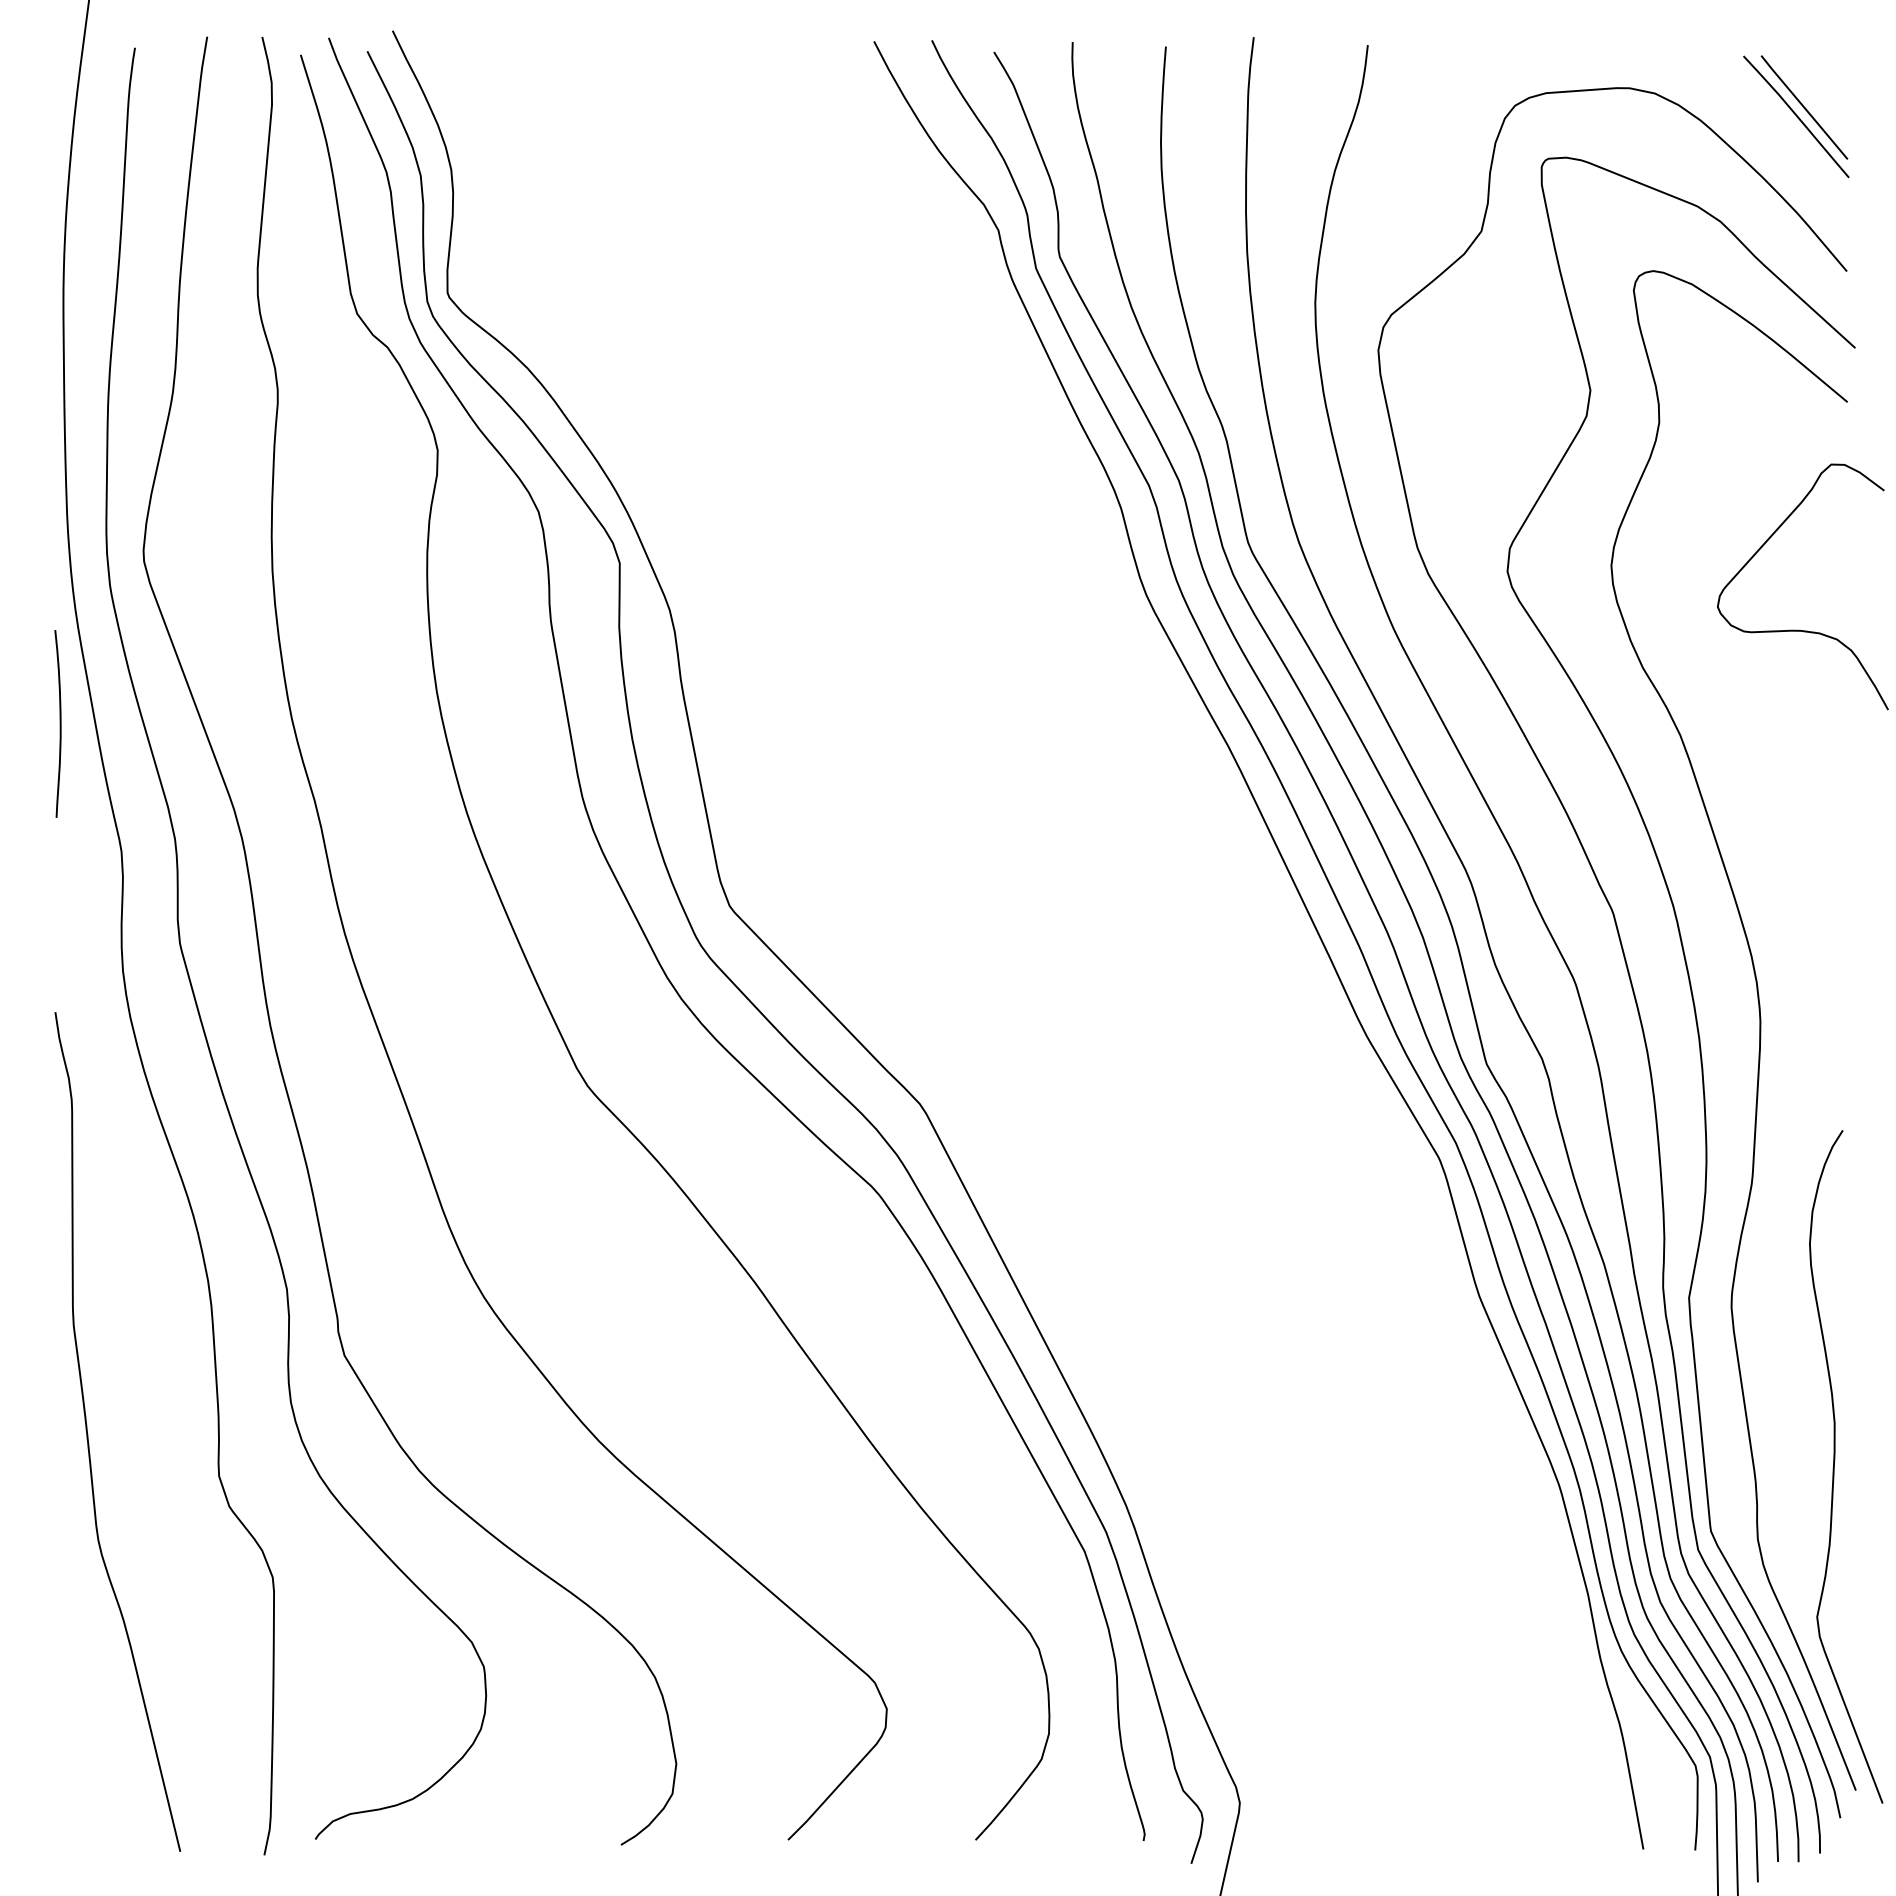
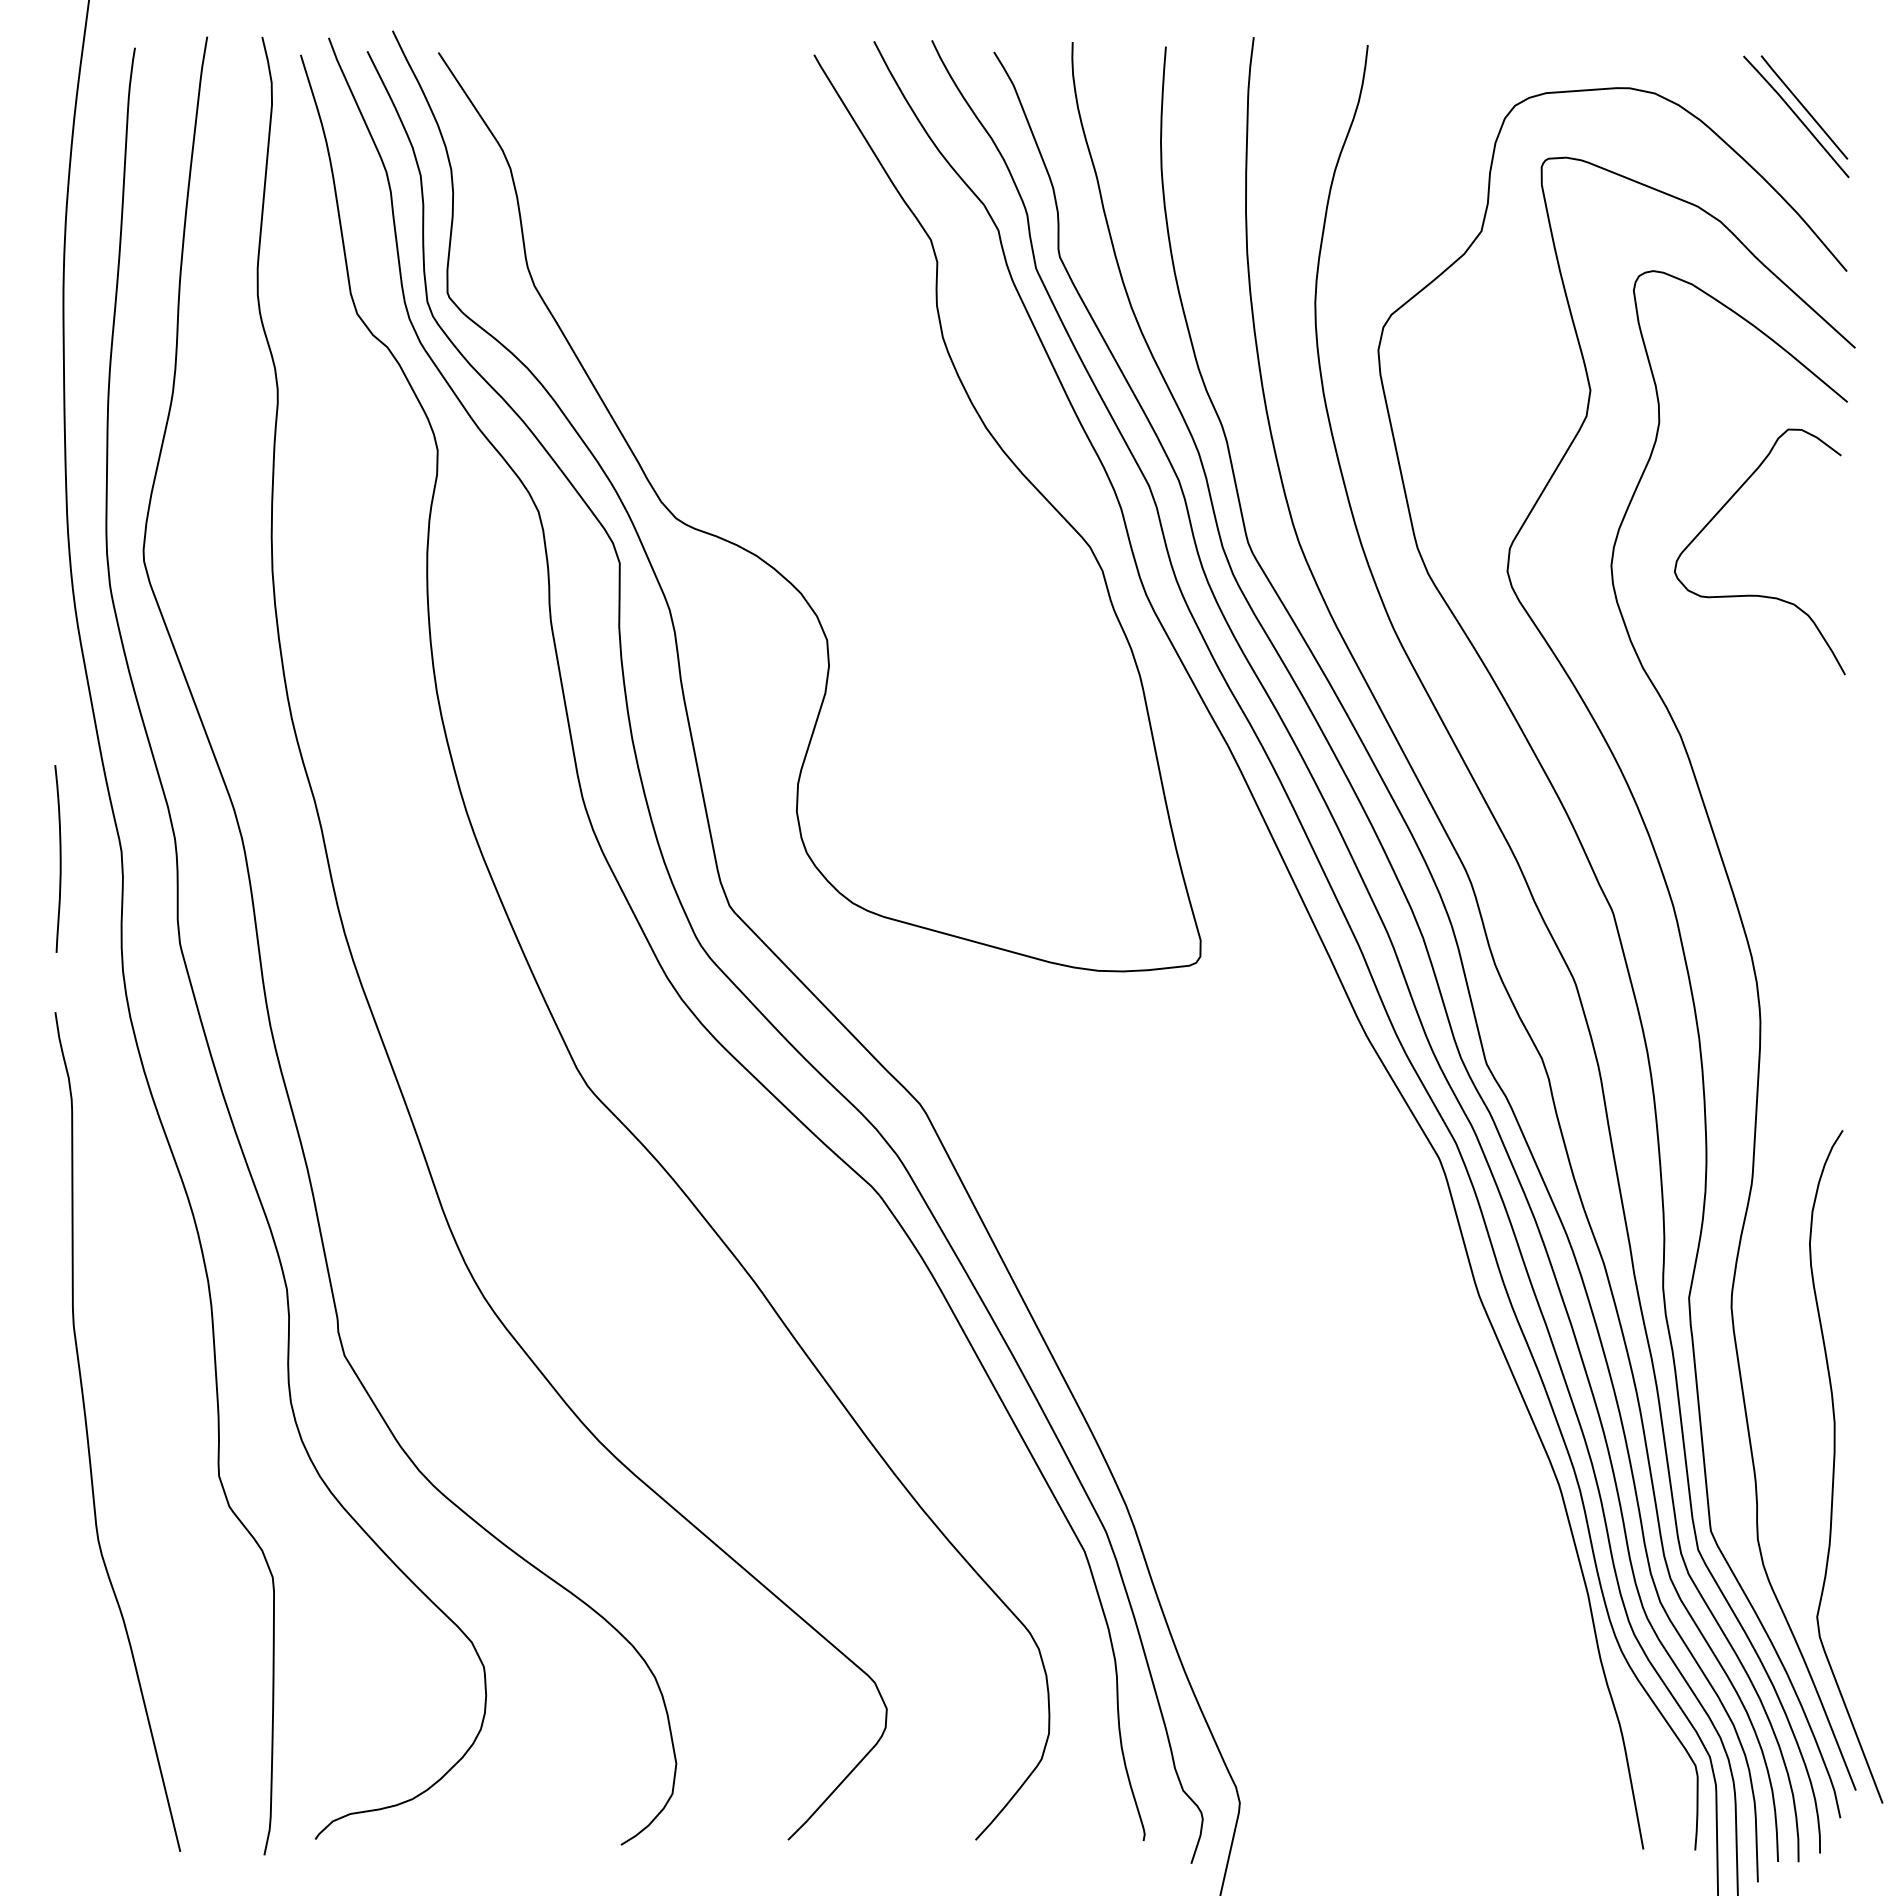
curve at (774, 567): none -> present
curve at (1799, 629) position: (1799, 629) -> (1756, 594)
curve at (59, 723) position: (59, 723) -> (59, 858)
